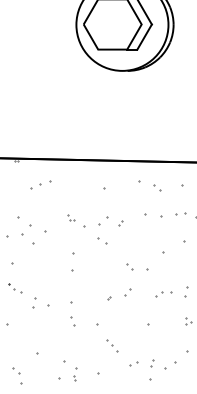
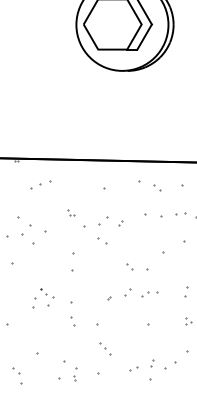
part at (71, 217) position: (71, 217) -> (71, 212)
part at (15, 288) position: (15, 288) -> (47, 293)
part at (163, 294) position: (163, 294) -> (149, 294)
part at (112, 345) position: (112, 345) -> (105, 348)
part at (133, 363) position: (133, 363) -> (133, 368)
